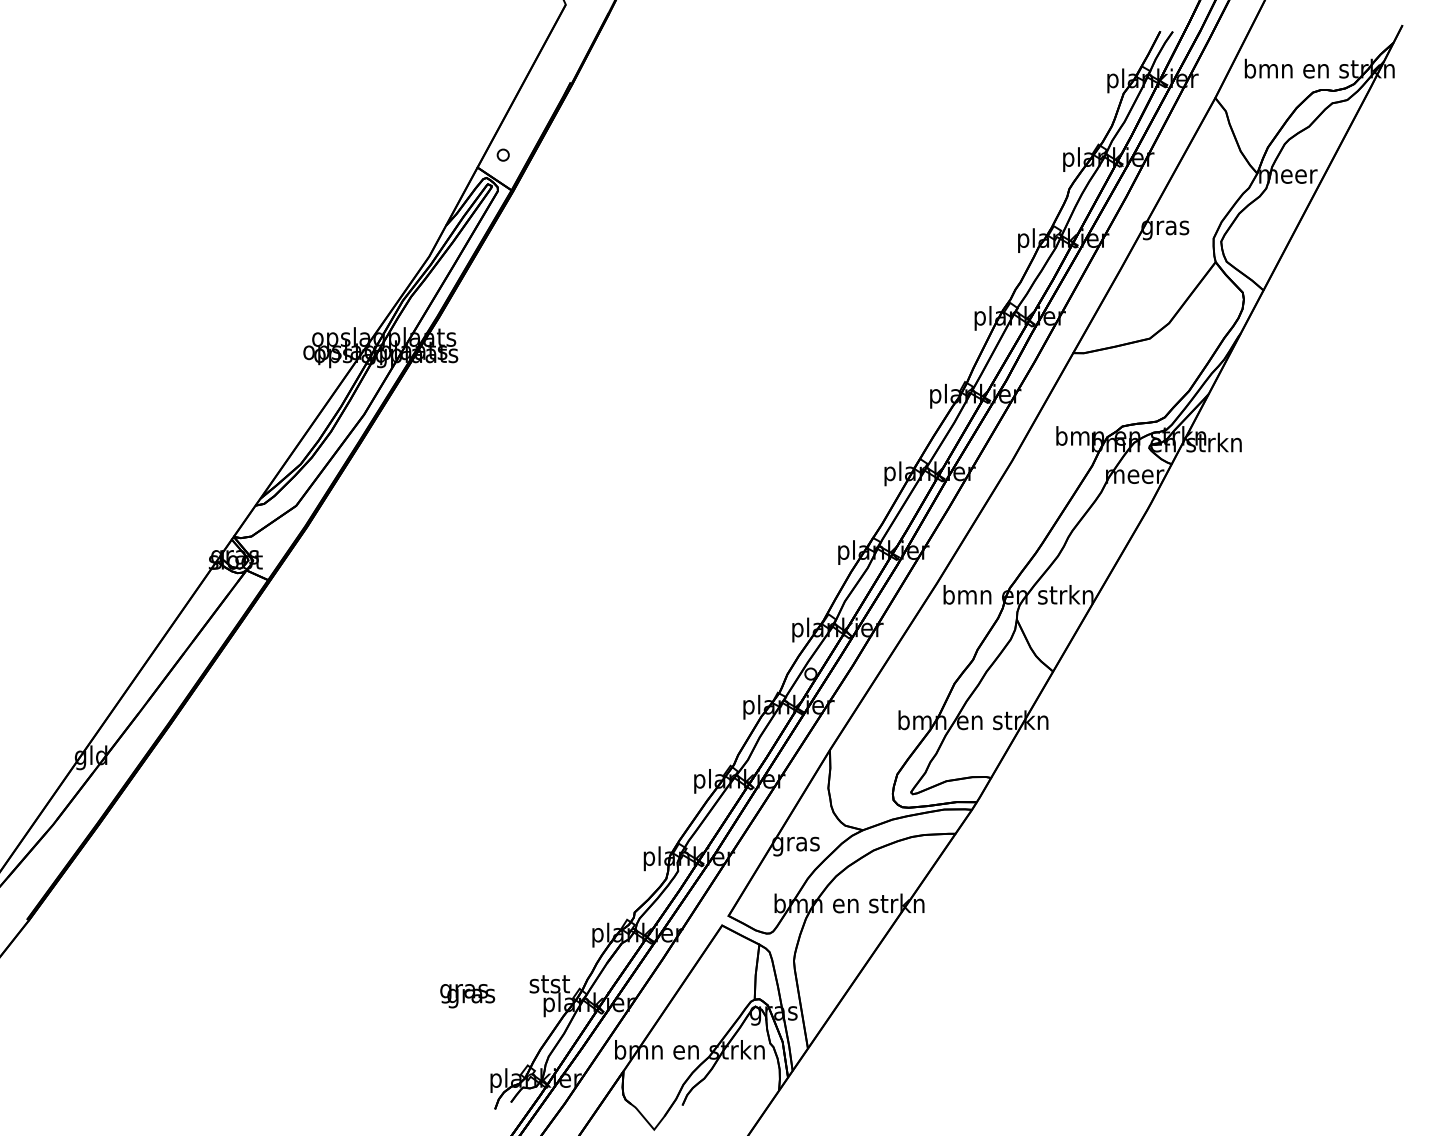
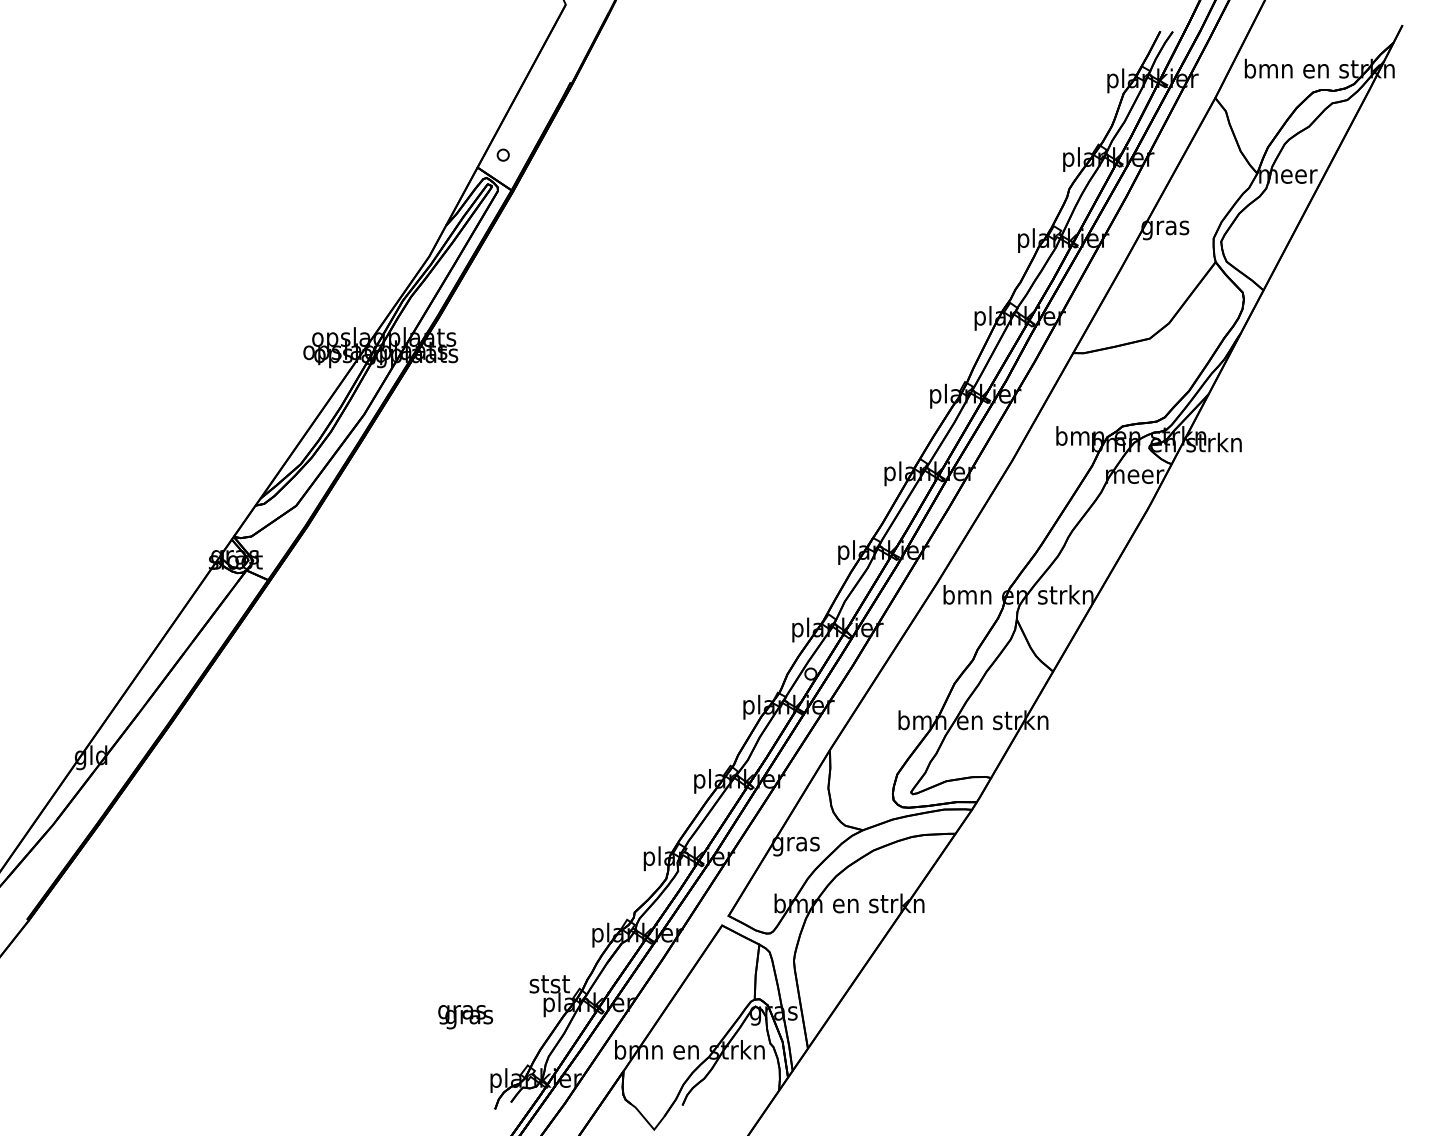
text at (467, 996) position: (467, 996) -> (465, 1017)
